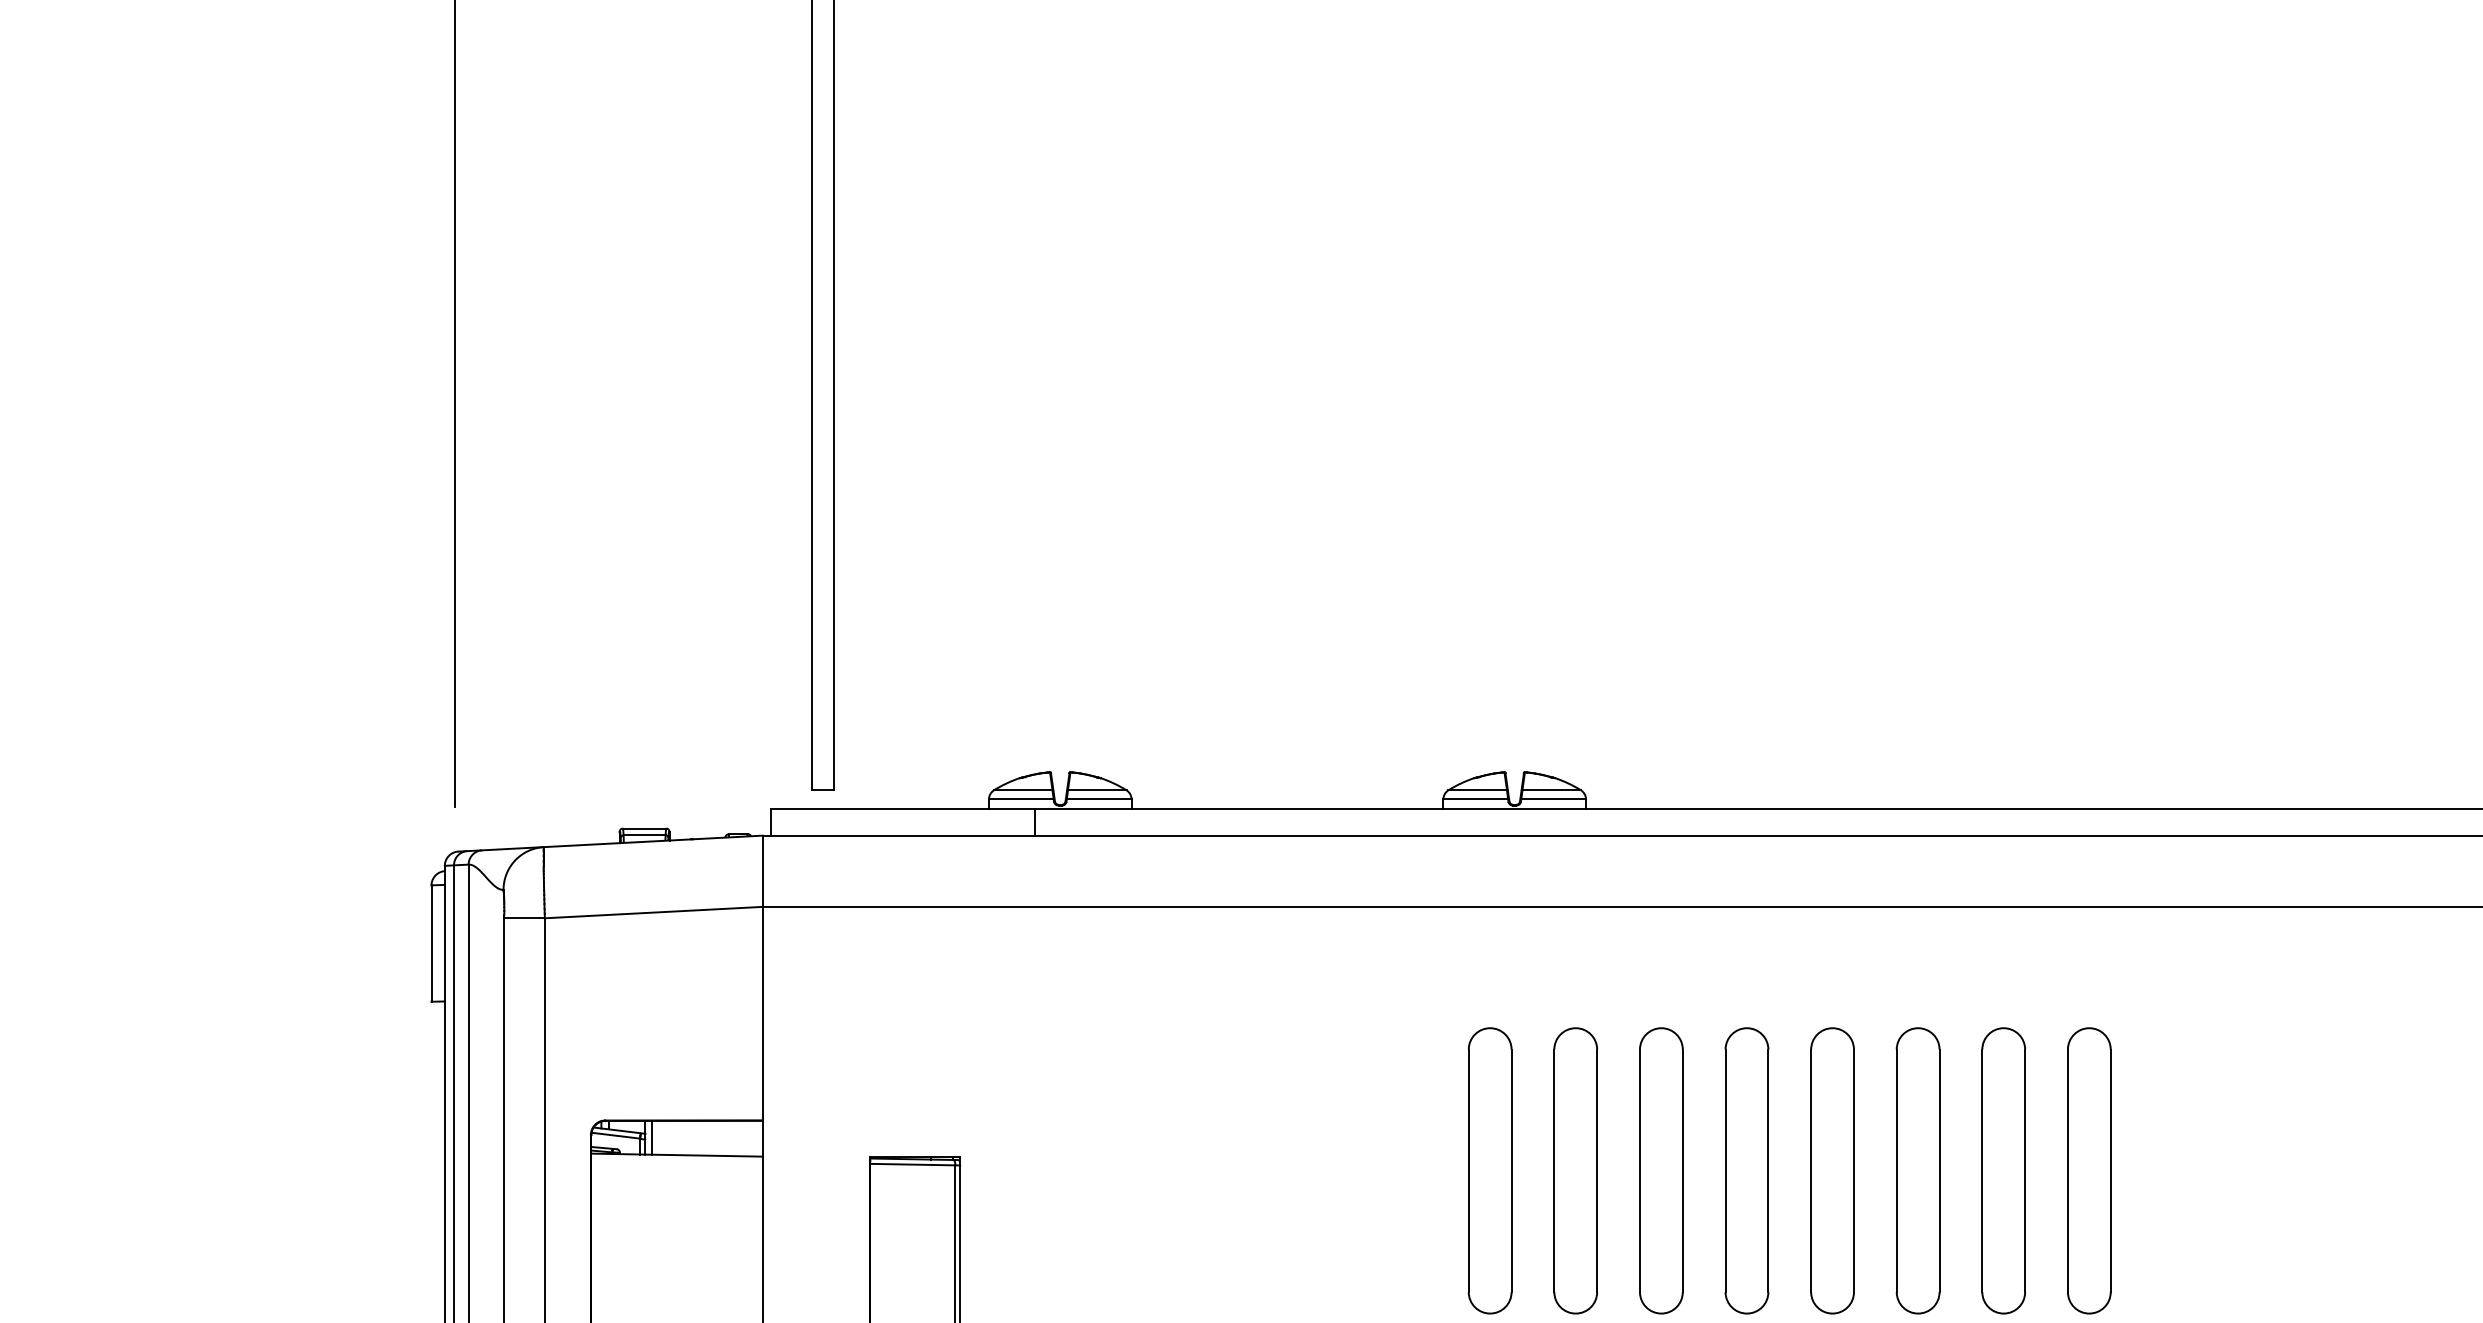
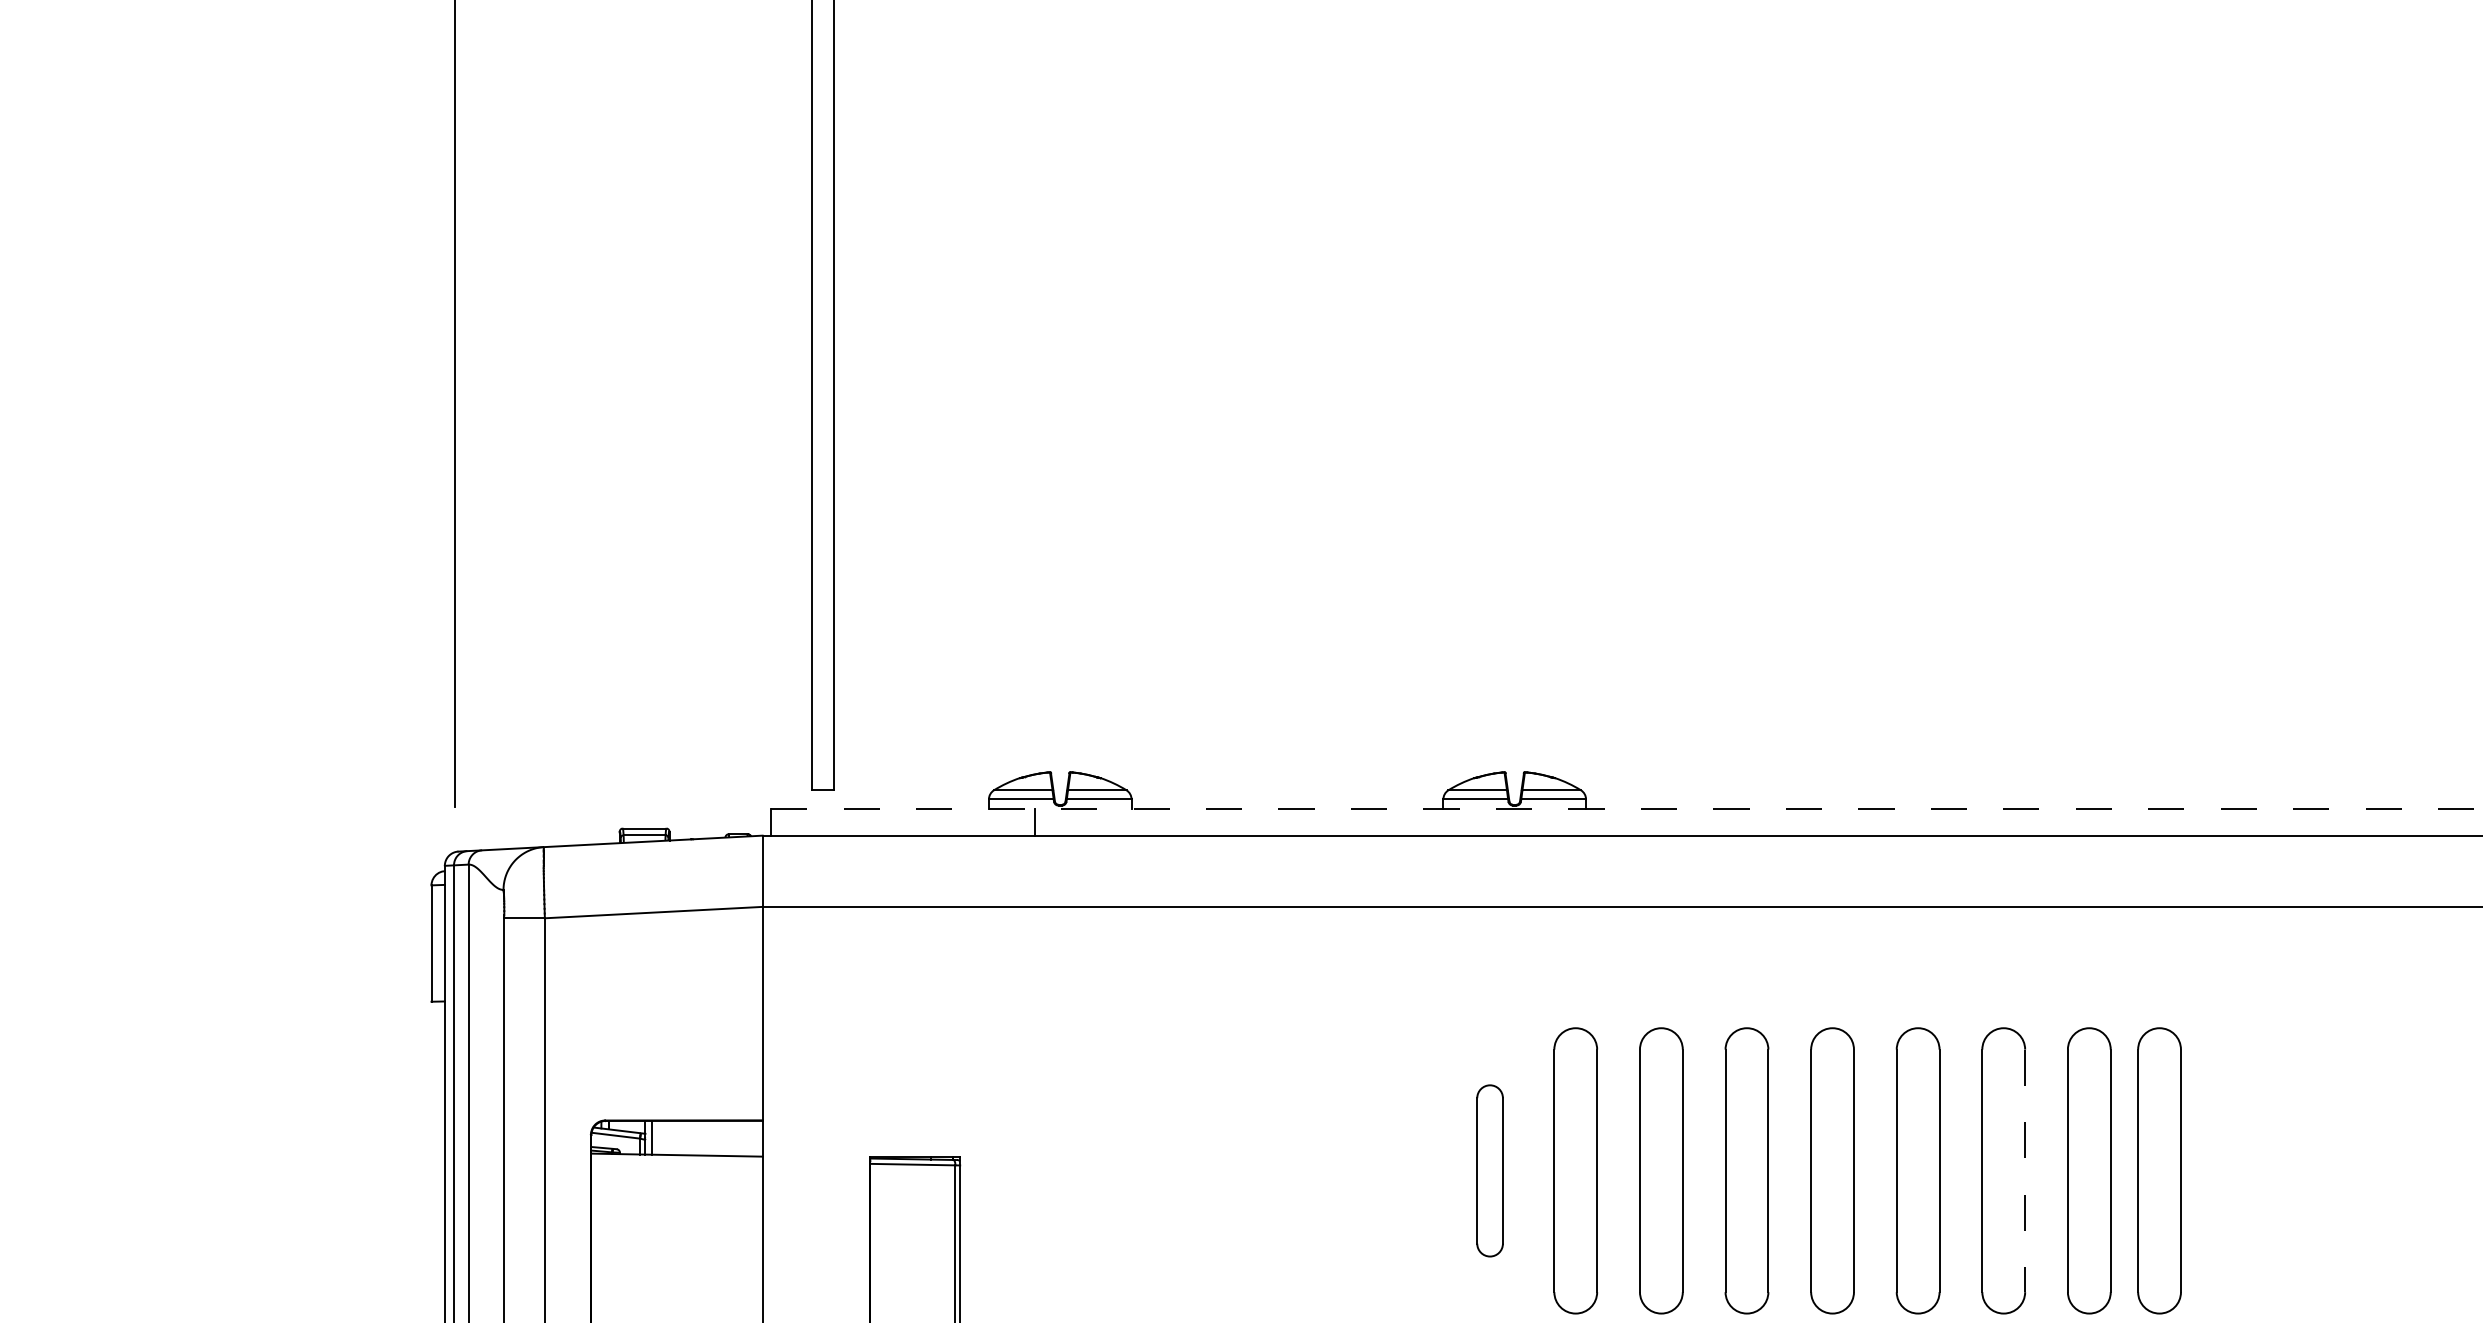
line at (1627, 808): solid -> dashed
part at (1489, 1170) size: 46x288 px -> 28x174 px
part at (2159, 1170): none -> present
line at (2025, 1171): solid -> dashed
